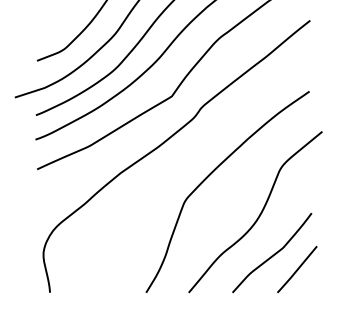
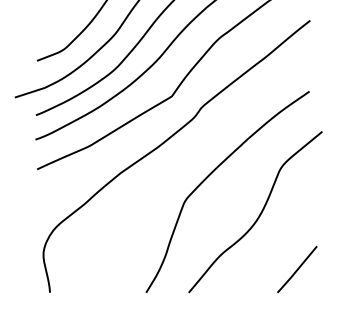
curve at (273, 254): present -> none
